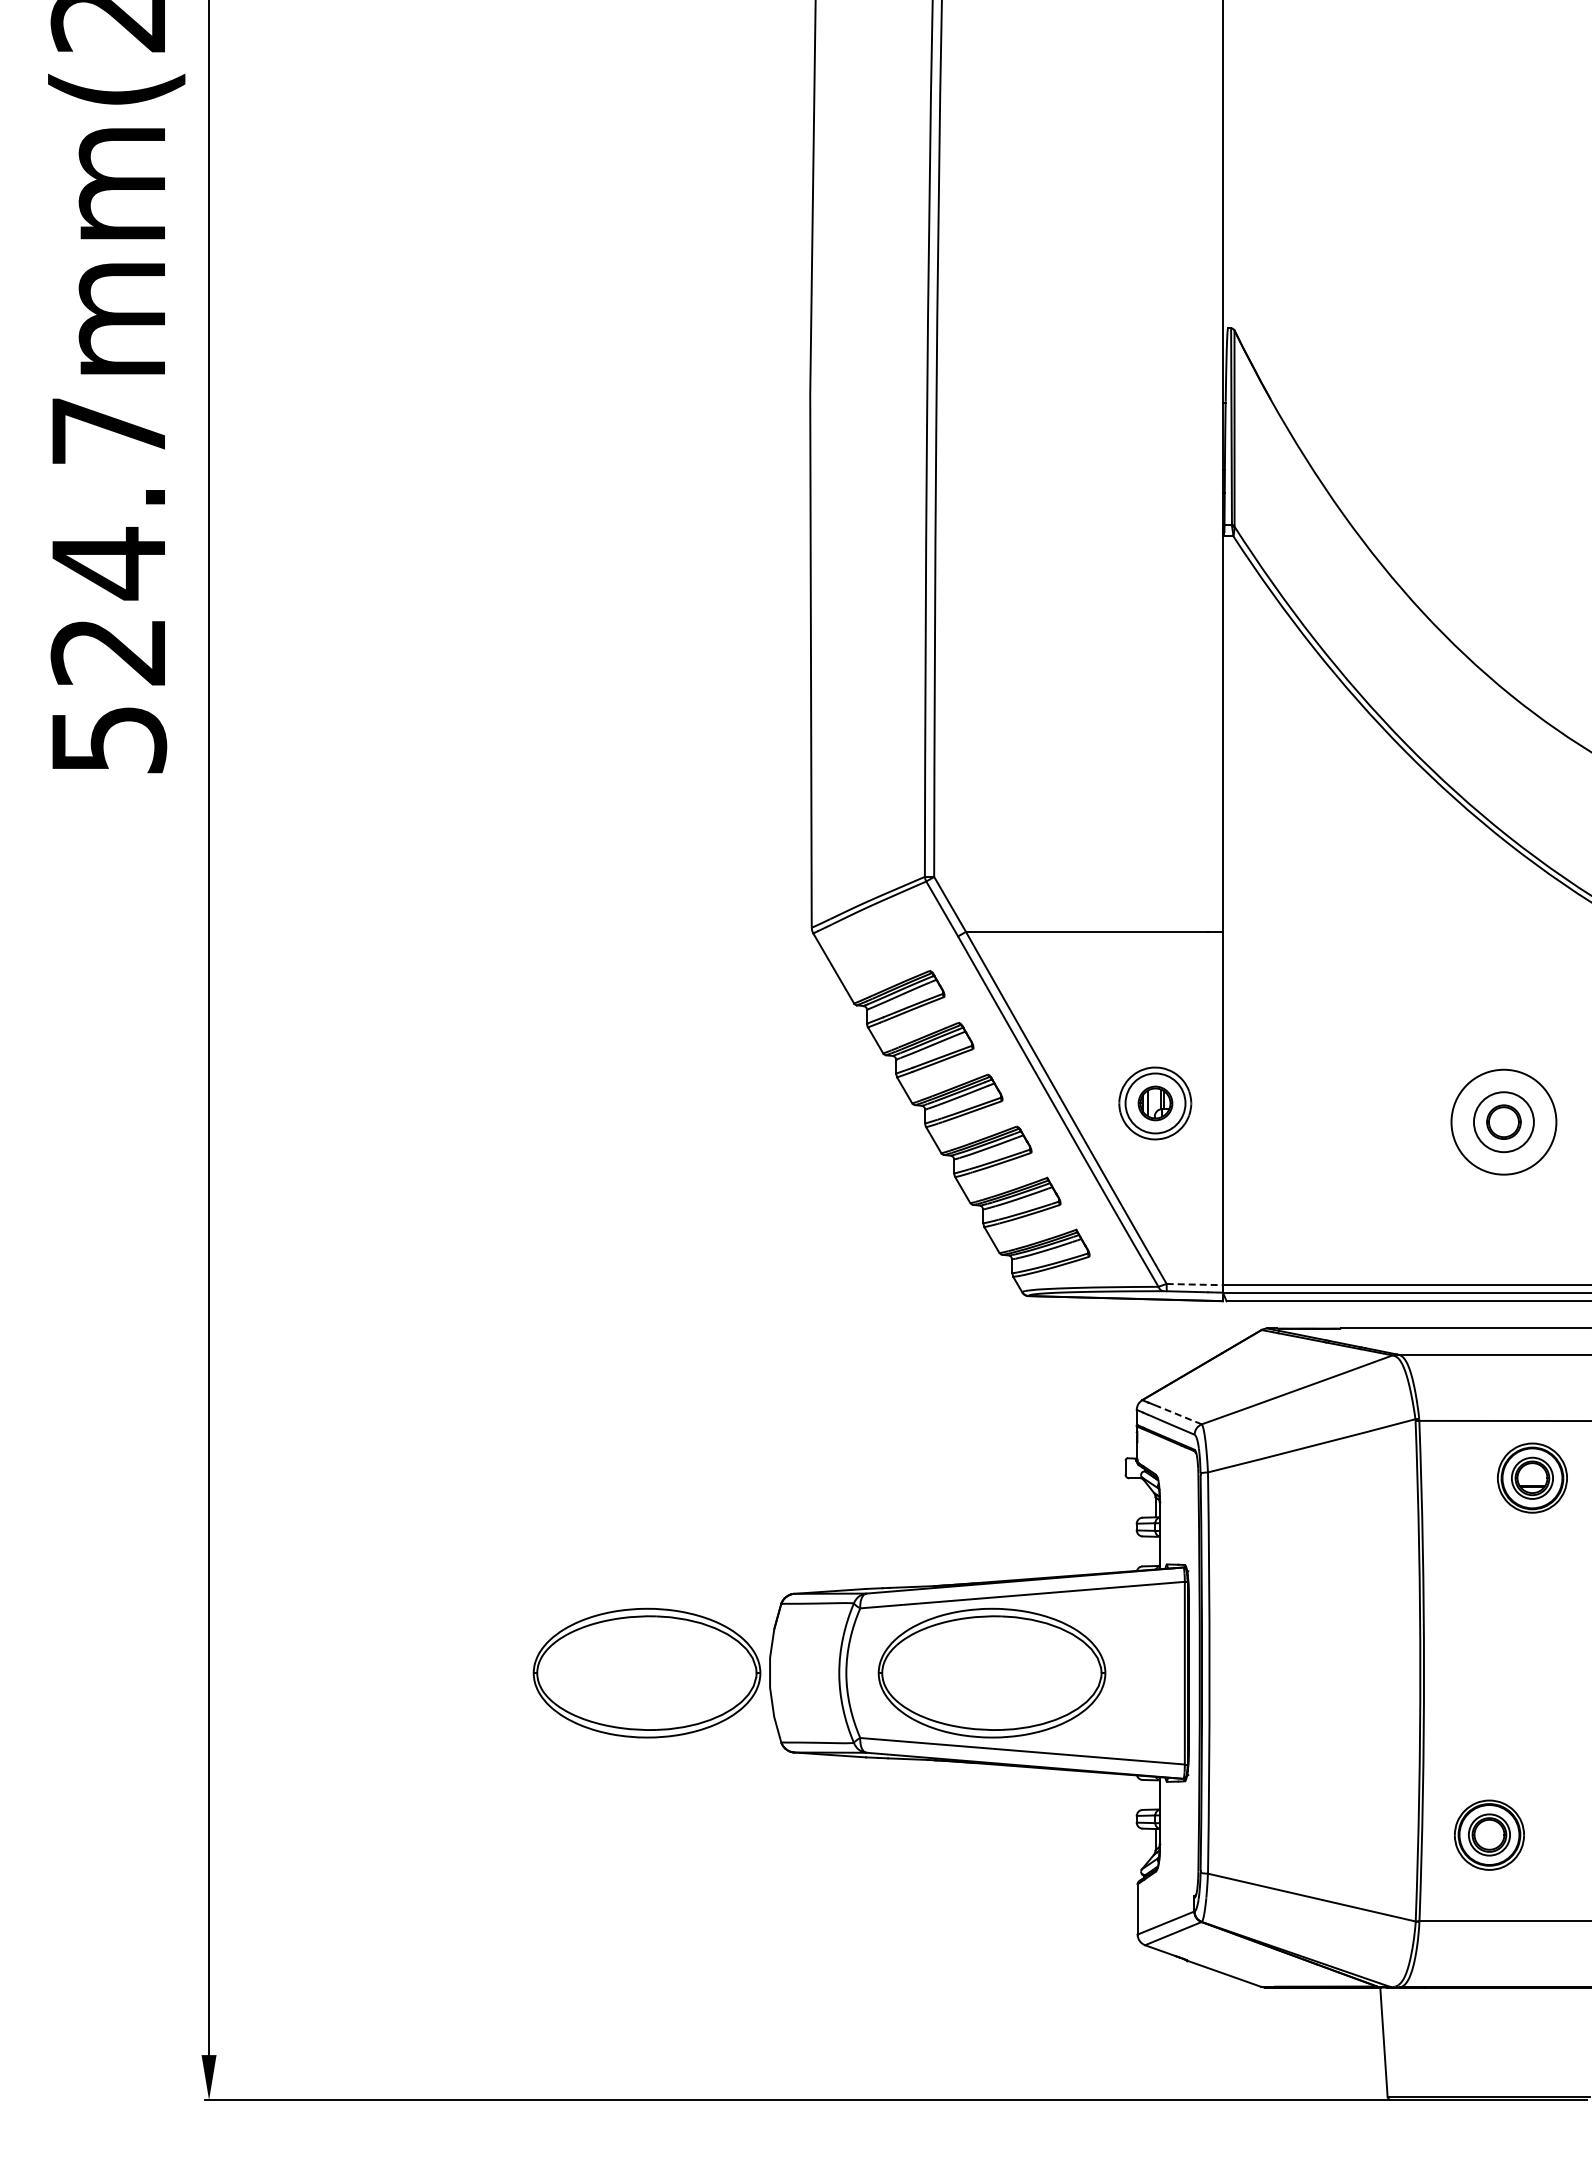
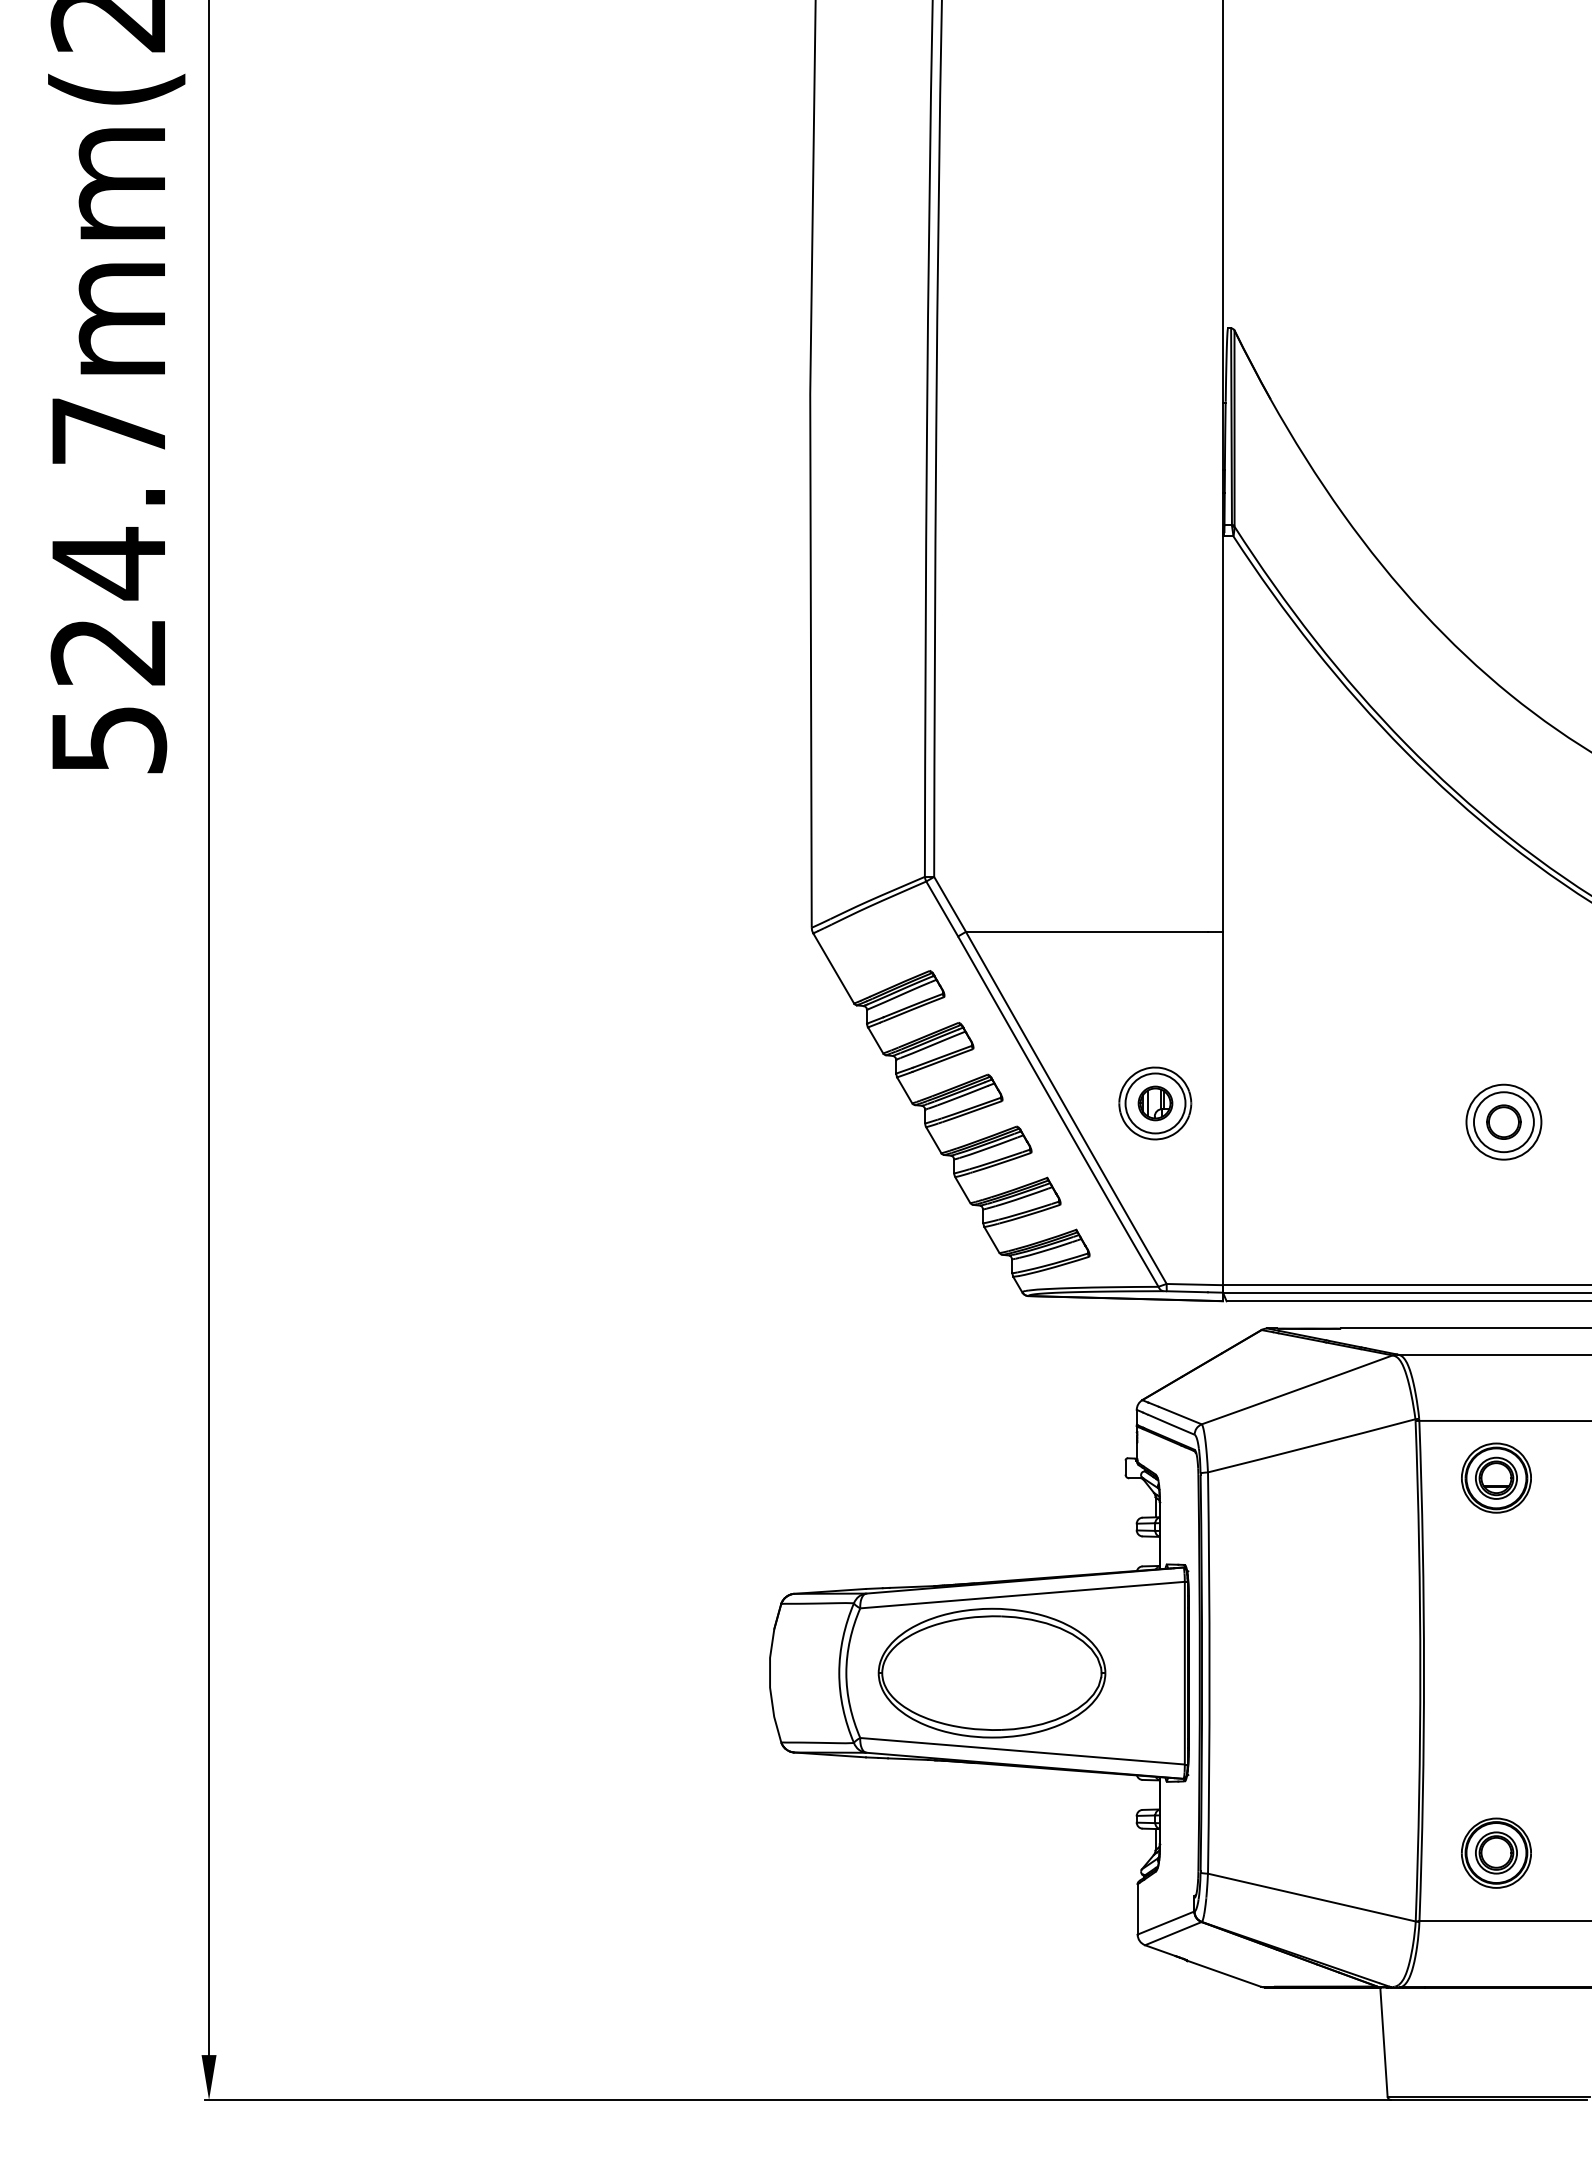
circle at (1503, 1121) diameter: 105 px -> 75 px
line at (1195, 1284): dashed -> solid
line at (1179, 1415): dashed -> solid
part at (1532, 1477) position: (1532, 1477) -> (1496, 1477)
part at (646, 1672): present -> none
part at (1489, 1834) position: (1489, 1834) -> (1496, 1852)
